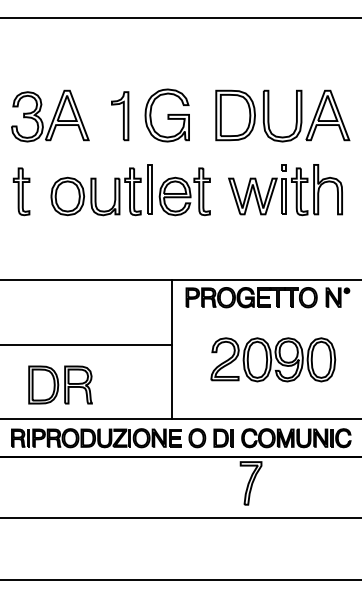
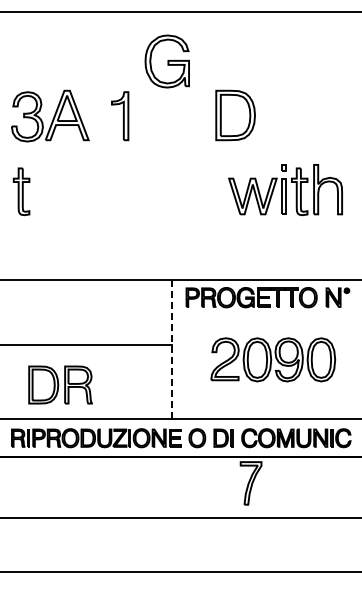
line at (180, 17) position: (180, 17) -> (180, 11)
part at (166, 115) position: (166, 115) -> (166, 61)
part at (306, 115): present -> none
part at (130, 190): present -> none
line at (172, 349): solid -> dashed
line at (180, 580) position: (180, 580) -> (180, 572)
